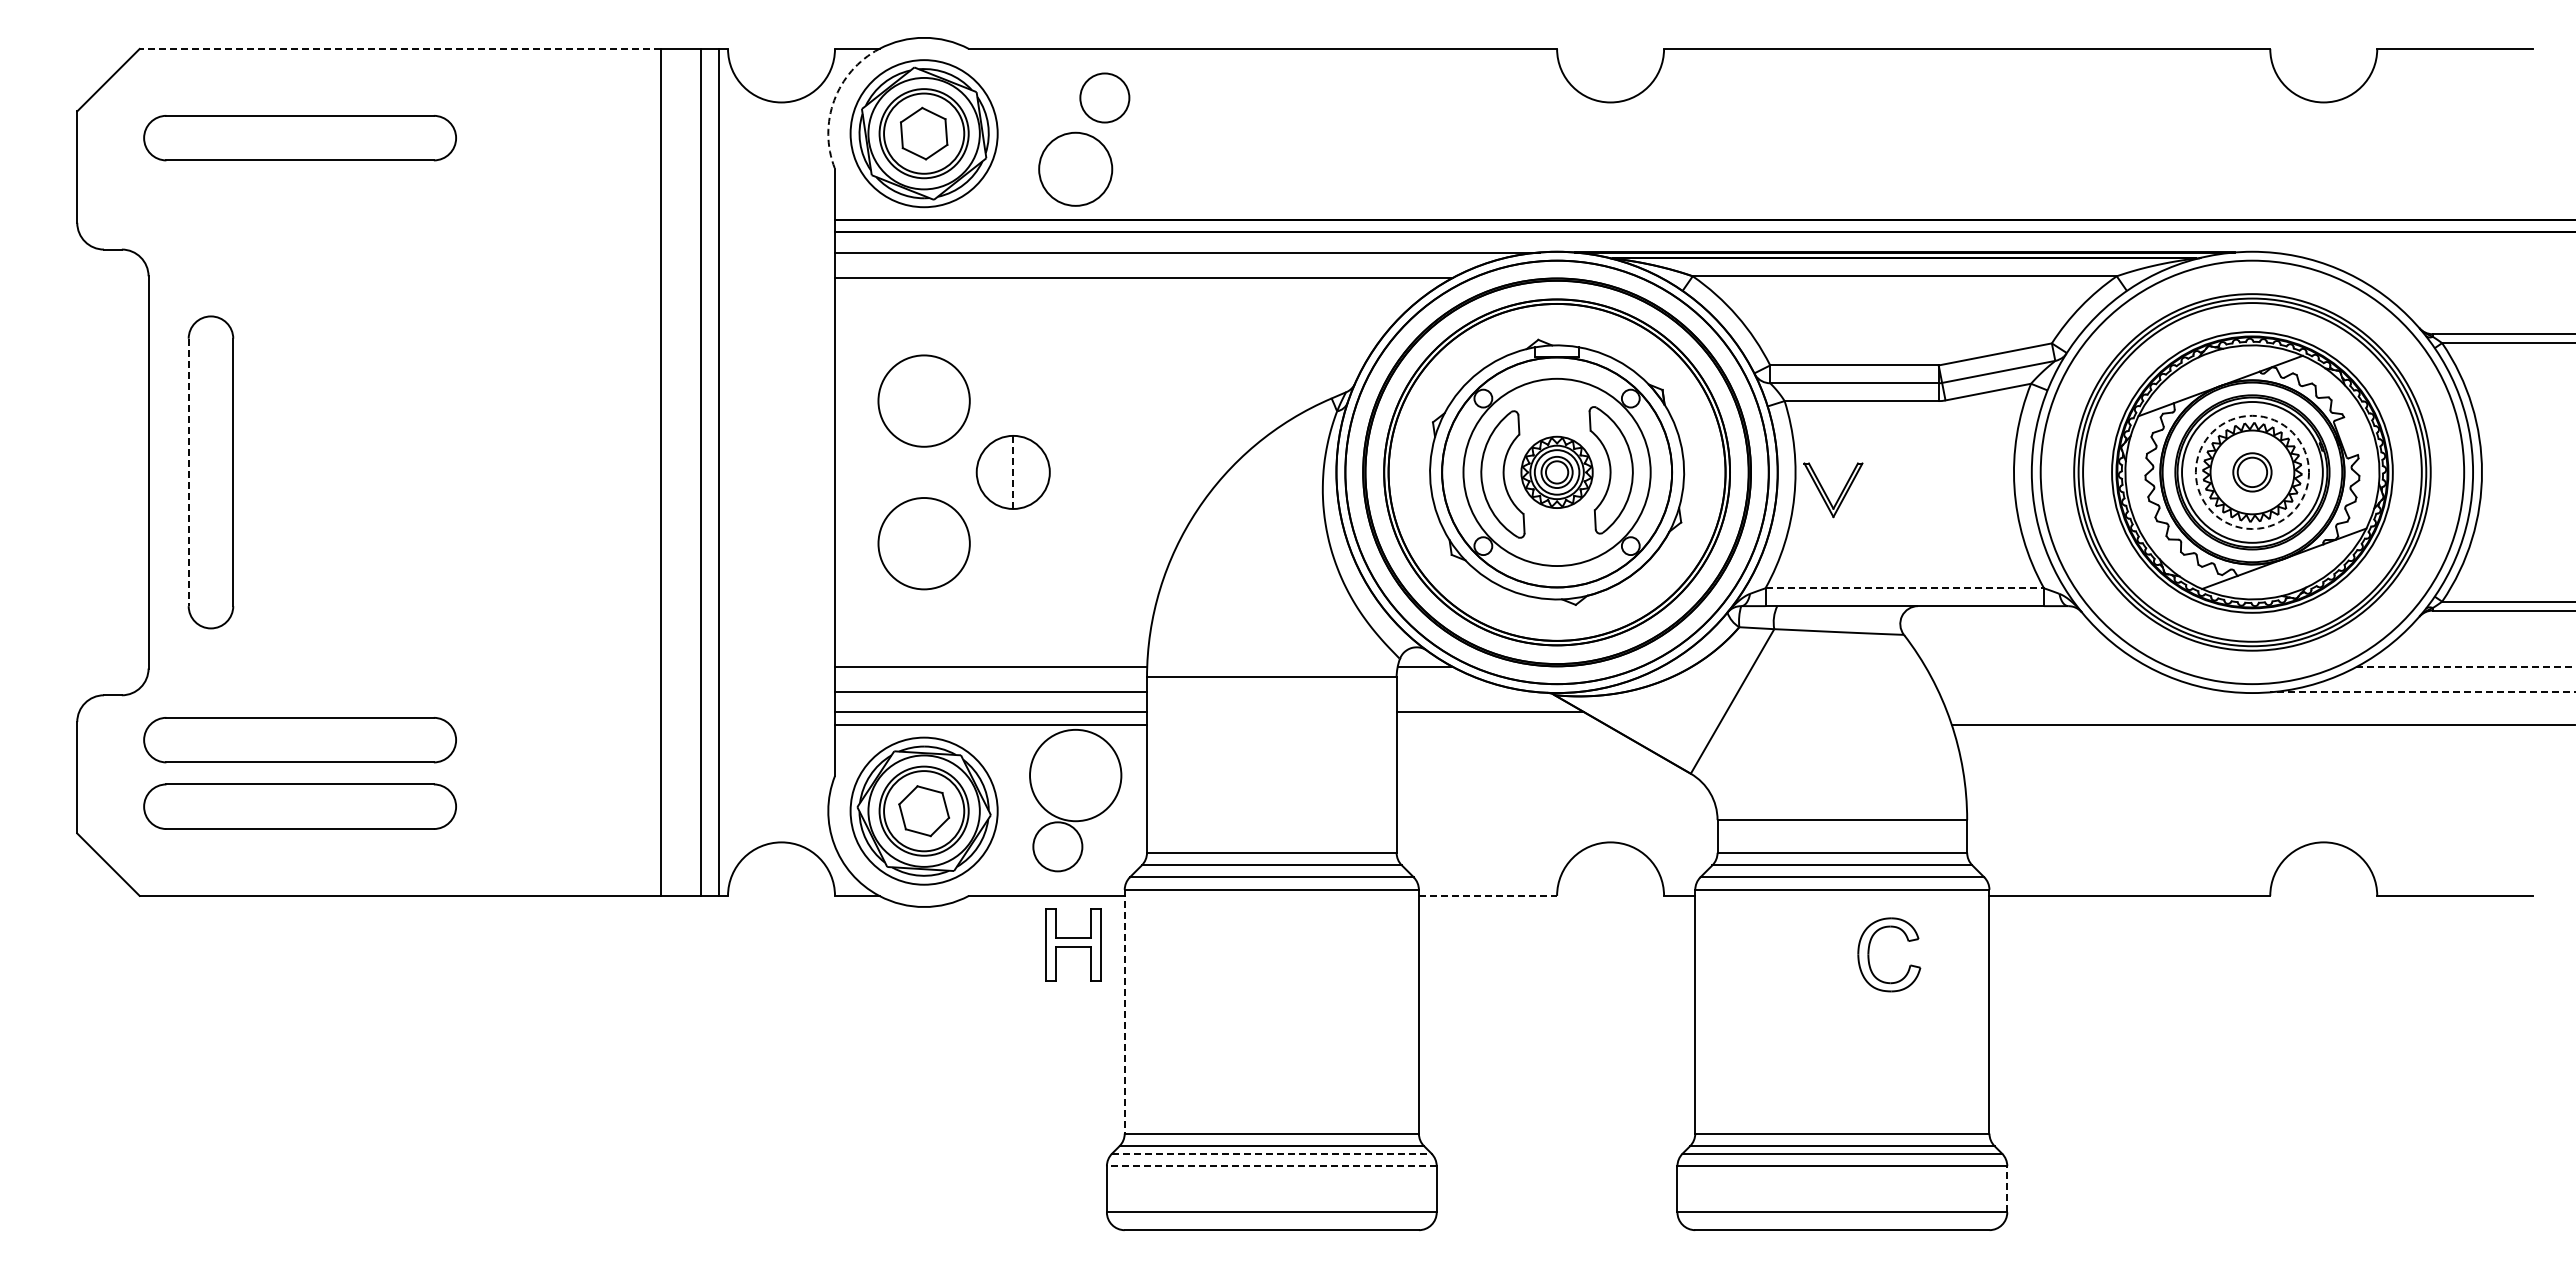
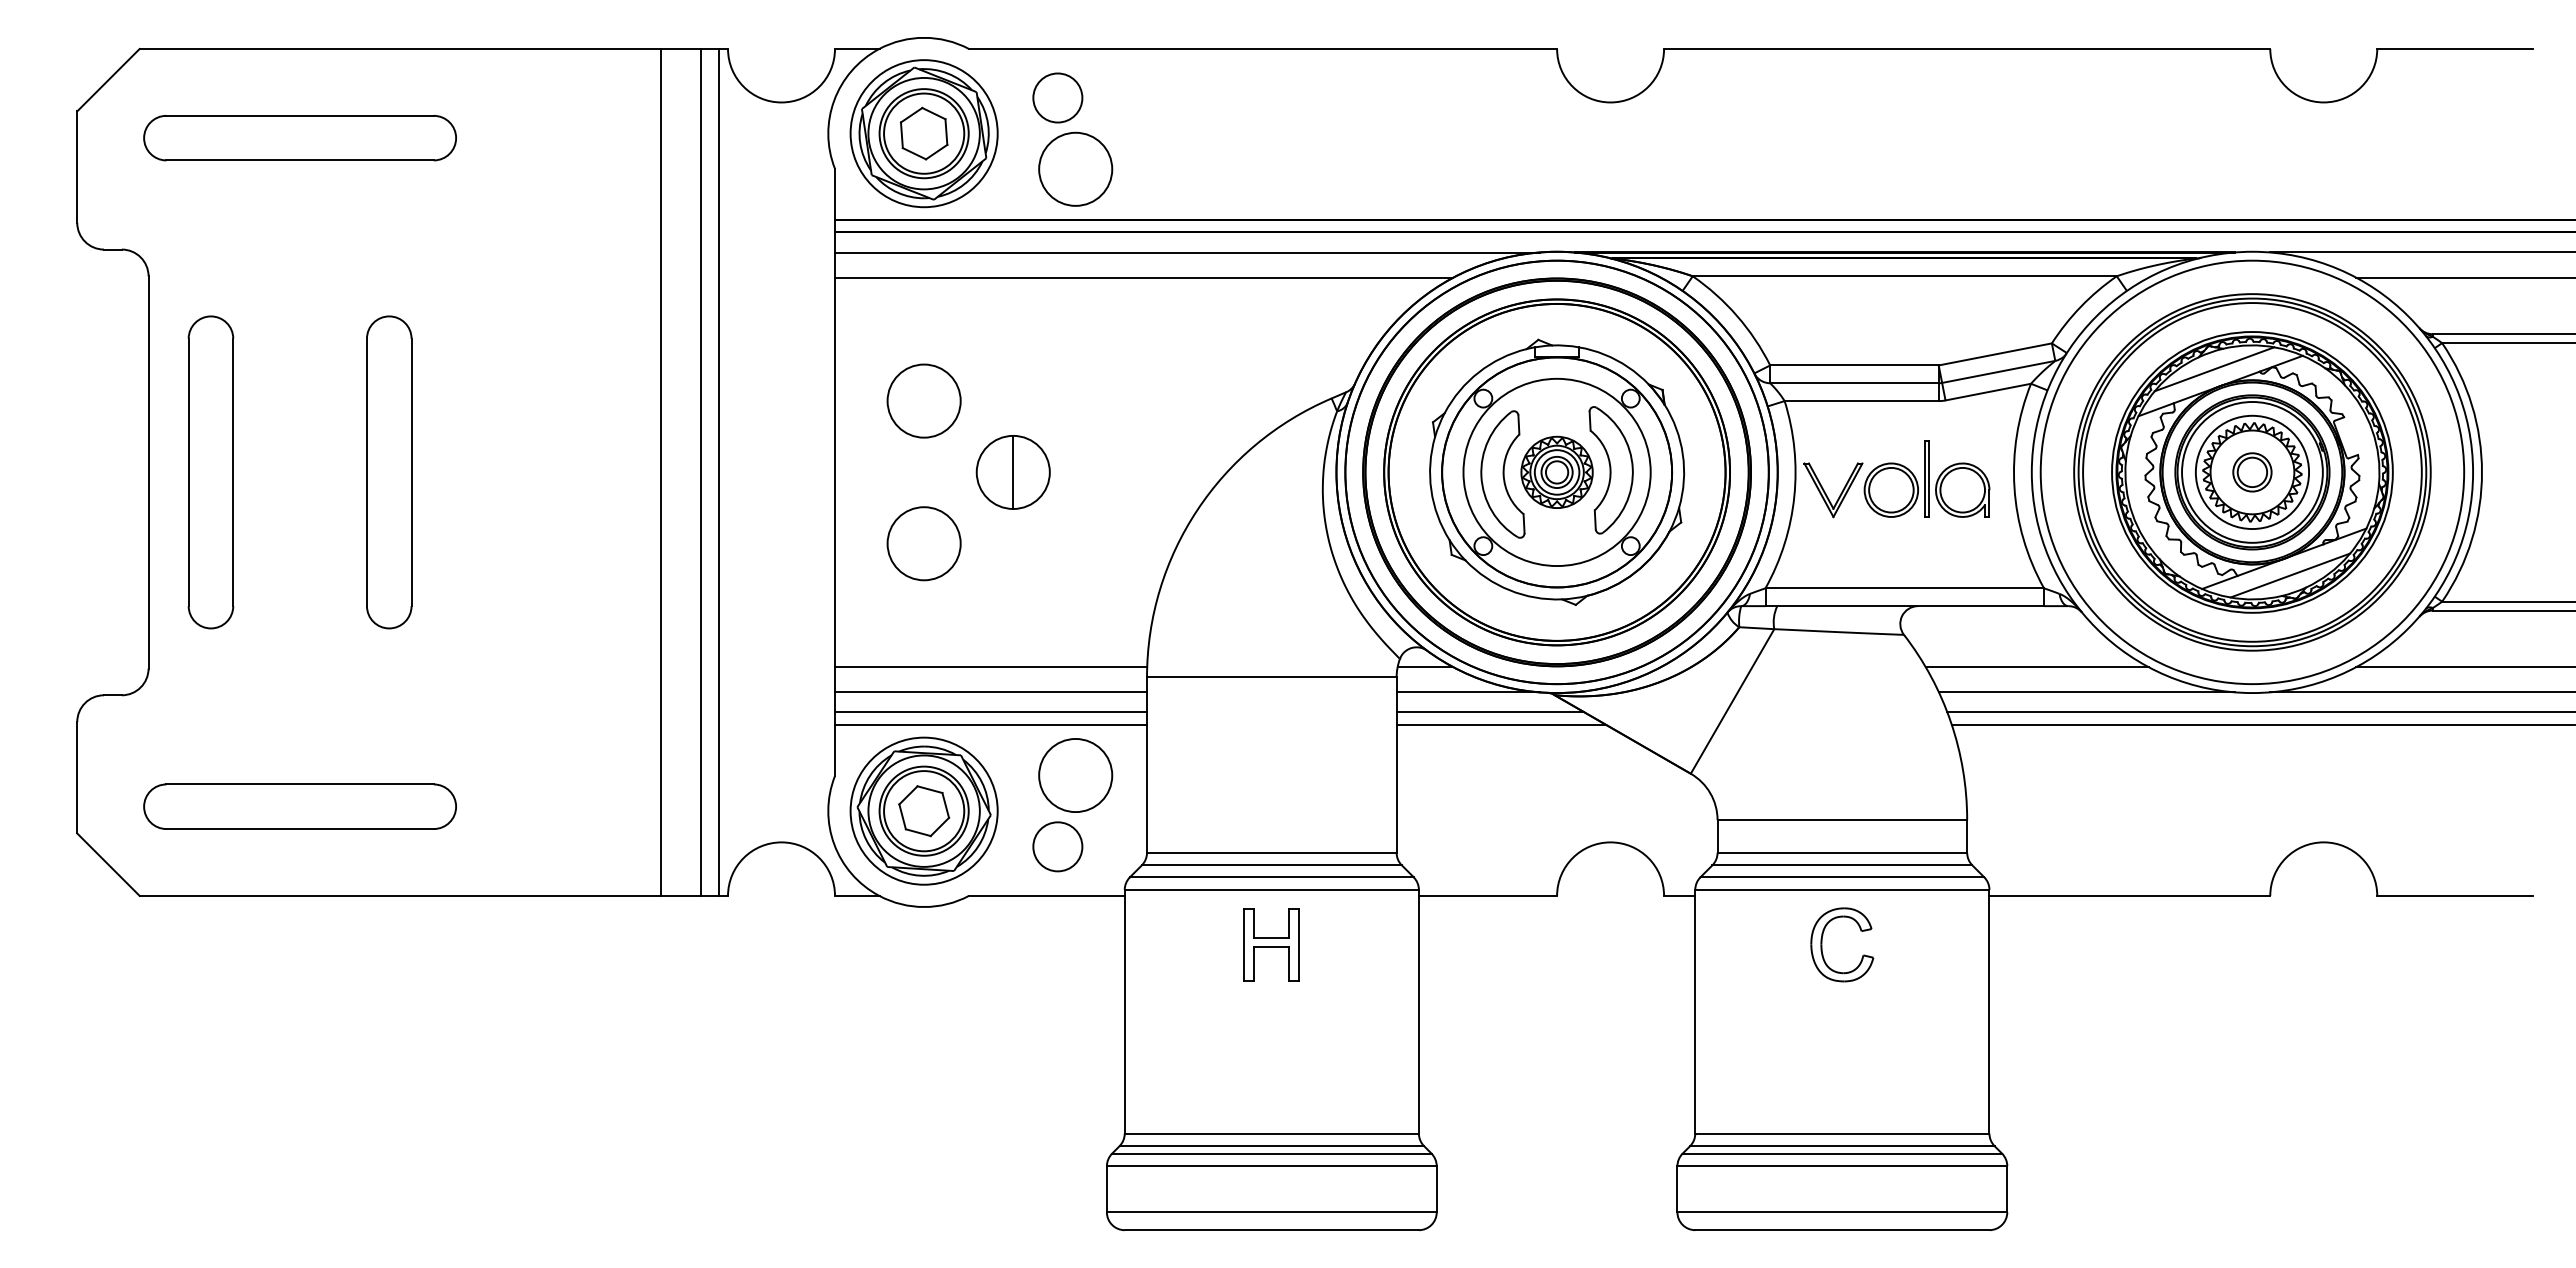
line at (400, 48): dashed -> solid
circle at (1104, 97) position: (1104, 97) -> (1057, 97)
arc at (834, 100): dashed -> solid
line at (2421, 252): none -> present
line at (2464, 277): none -> present
line at (2214, 369): none -> present
circle at (923, 400) diameter: 91 px -> 73 px
line at (188, 472): dashed -> solid
part at (389, 472): none -> present
line at (1013, 472): dashed -> solid
circle at (2252, 472): dashed -> solid
part at (1926, 478): none -> present
circle at (923, 543) size: 94x94 px -> 76x76 px
line at (2290, 575): none -> present
line at (1905, 588): dashed -> solid
line at (2036, 667): none -> present
line at (2466, 667): dashed -> solid
line at (1467, 692): none -> present
line at (2086, 692): none -> present
line at (2422, 692): dashed -> solid
line at (2259, 712): none -> present
line at (1501, 724): none -> present
part at (299, 740): present -> none
circle at (1075, 775) diameter: 91 px -> 73 px
line at (1488, 895): dashed -> solid
part at (1073, 944) position: (1073, 944) -> (1271, 944)
part at (1869, 954) position: (1869, 954) -> (1822, 944)
line at (1124, 1011): dashed -> solid
line at (1271, 1153): dashed -> solid
line at (1271, 1166): dashed -> solid
line at (2007, 1188): dashed -> solid
